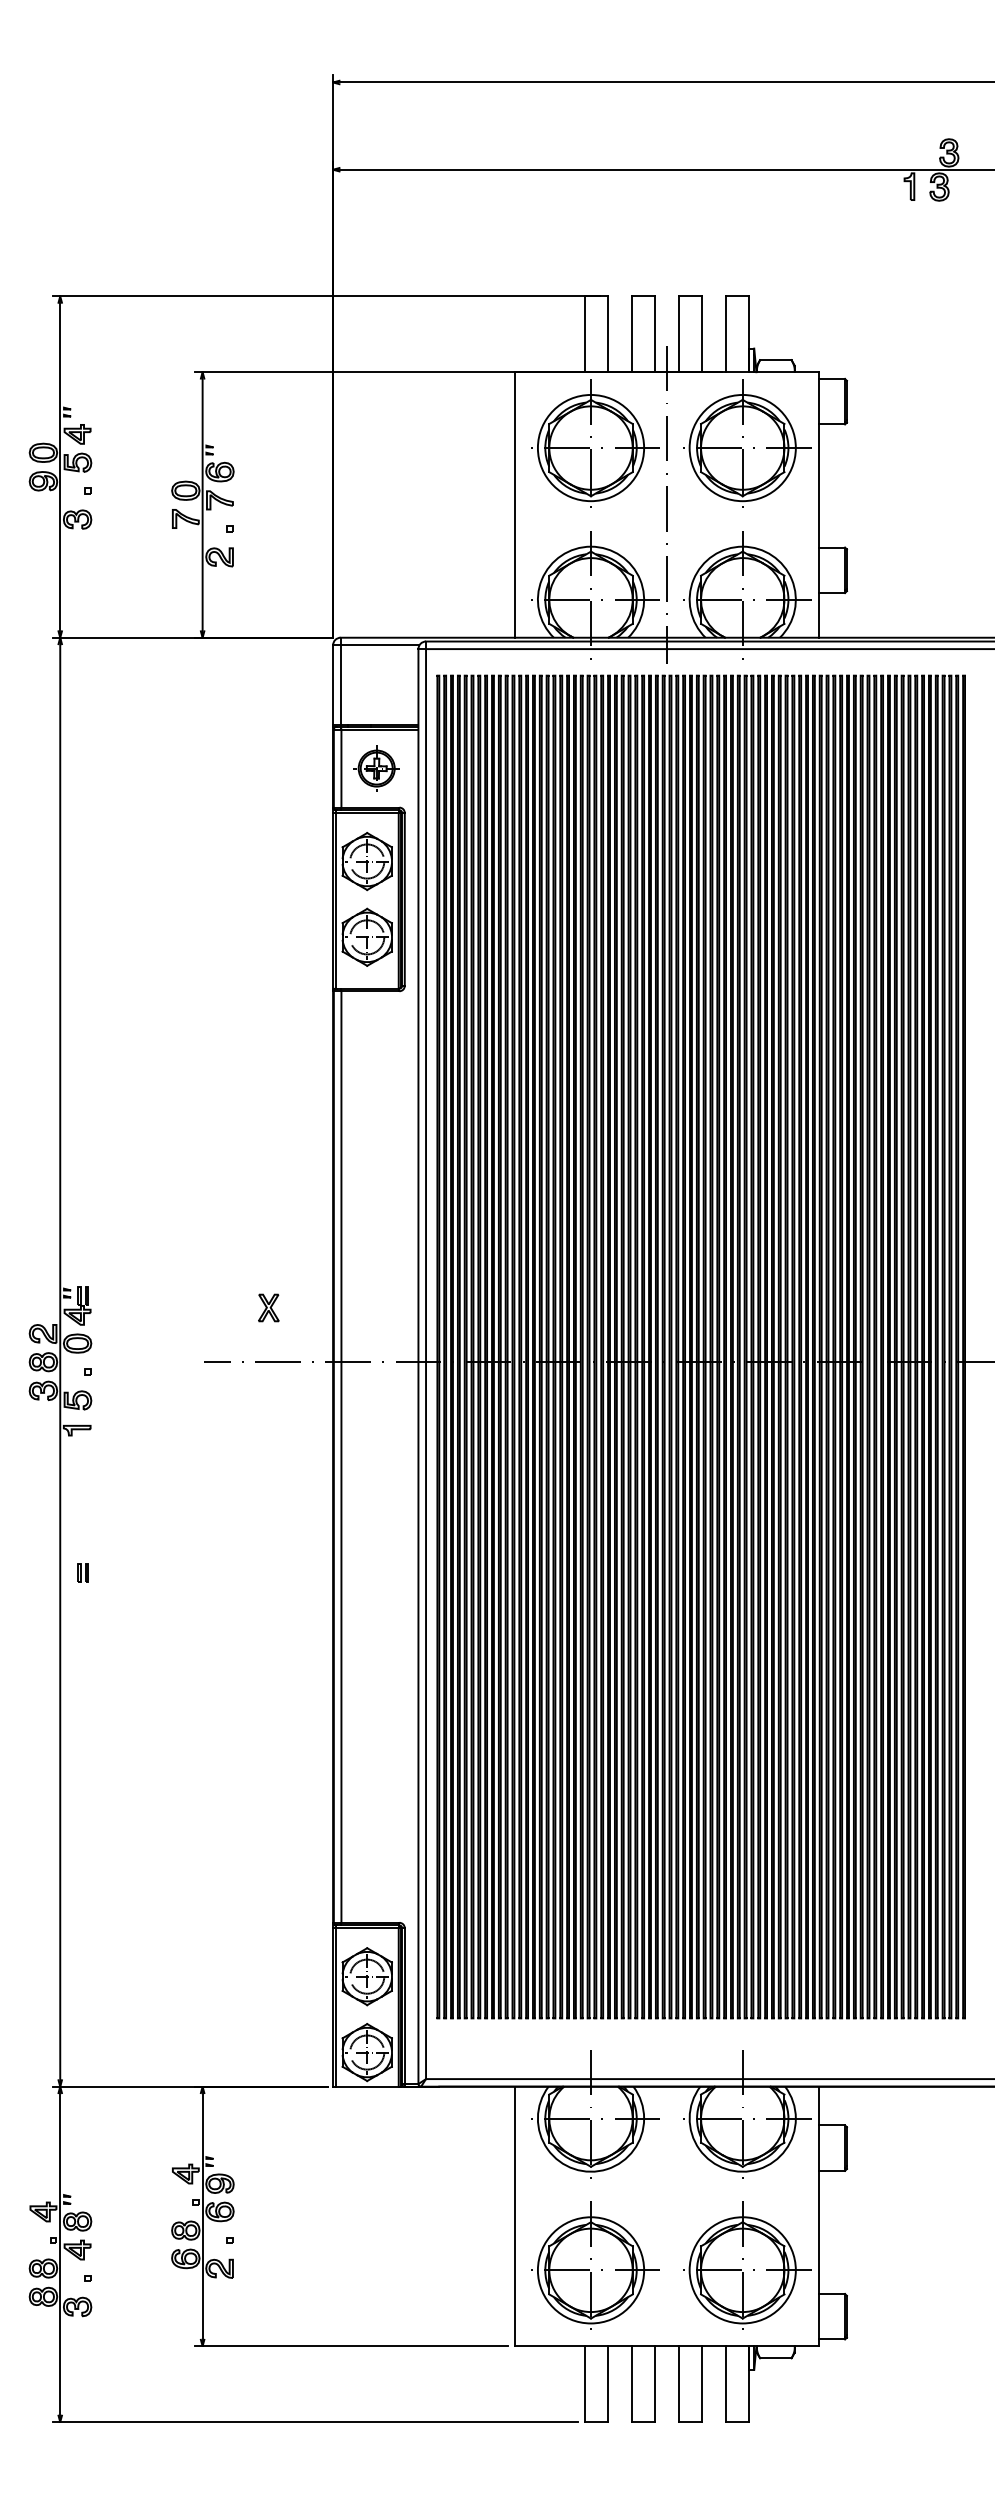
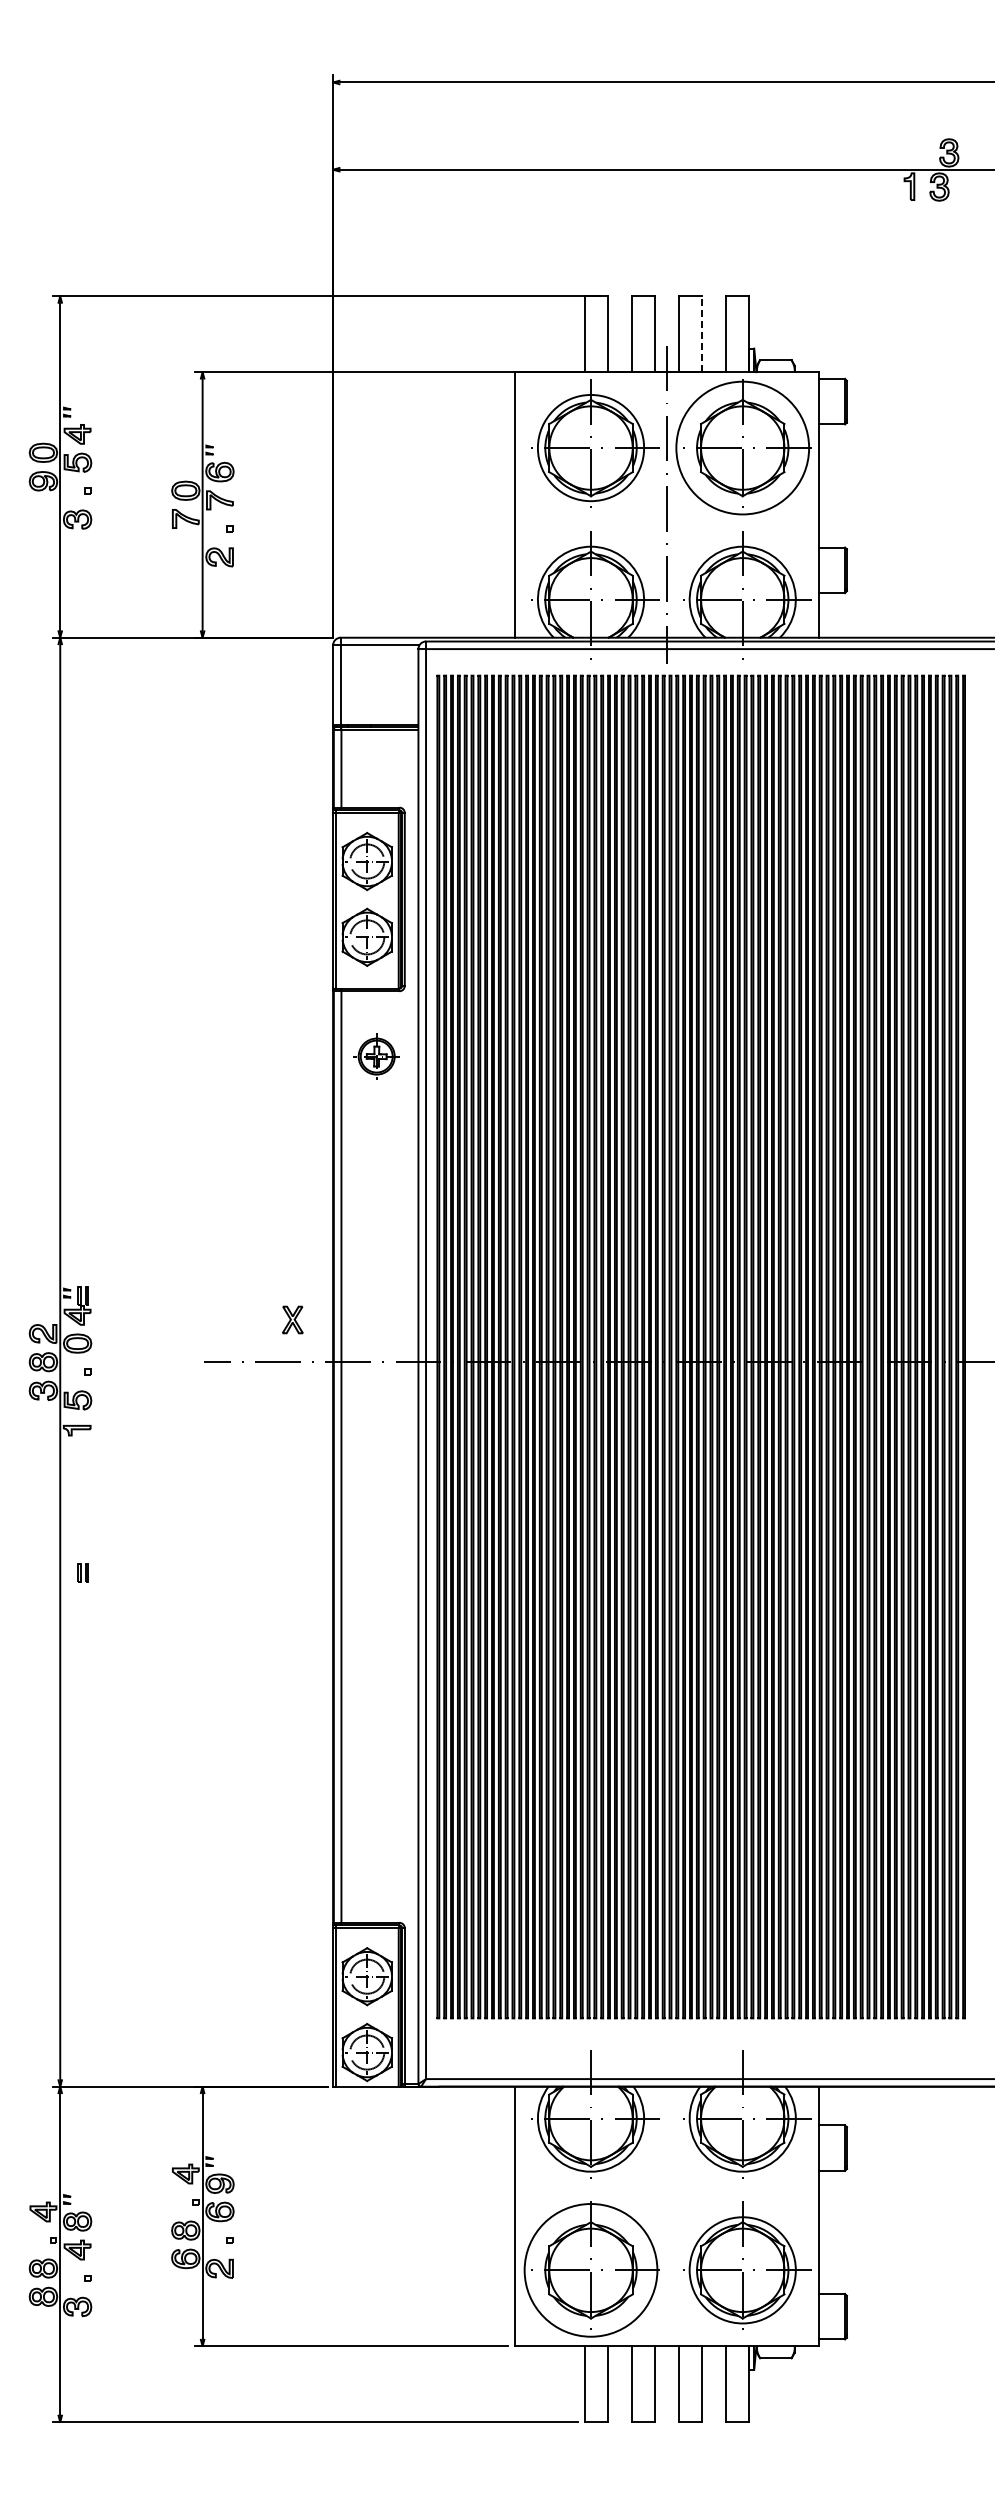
line at (701, 334): solid -> dashed
circle at (742, 447) diameter: 106 px -> 133 px
part at (376, 768) position: (376, 768) -> (376, 1056)
part at (268, 1307) position: (268, 1307) -> (292, 1319)
circle at (590, 2270) diameter: 106 px -> 133 px
